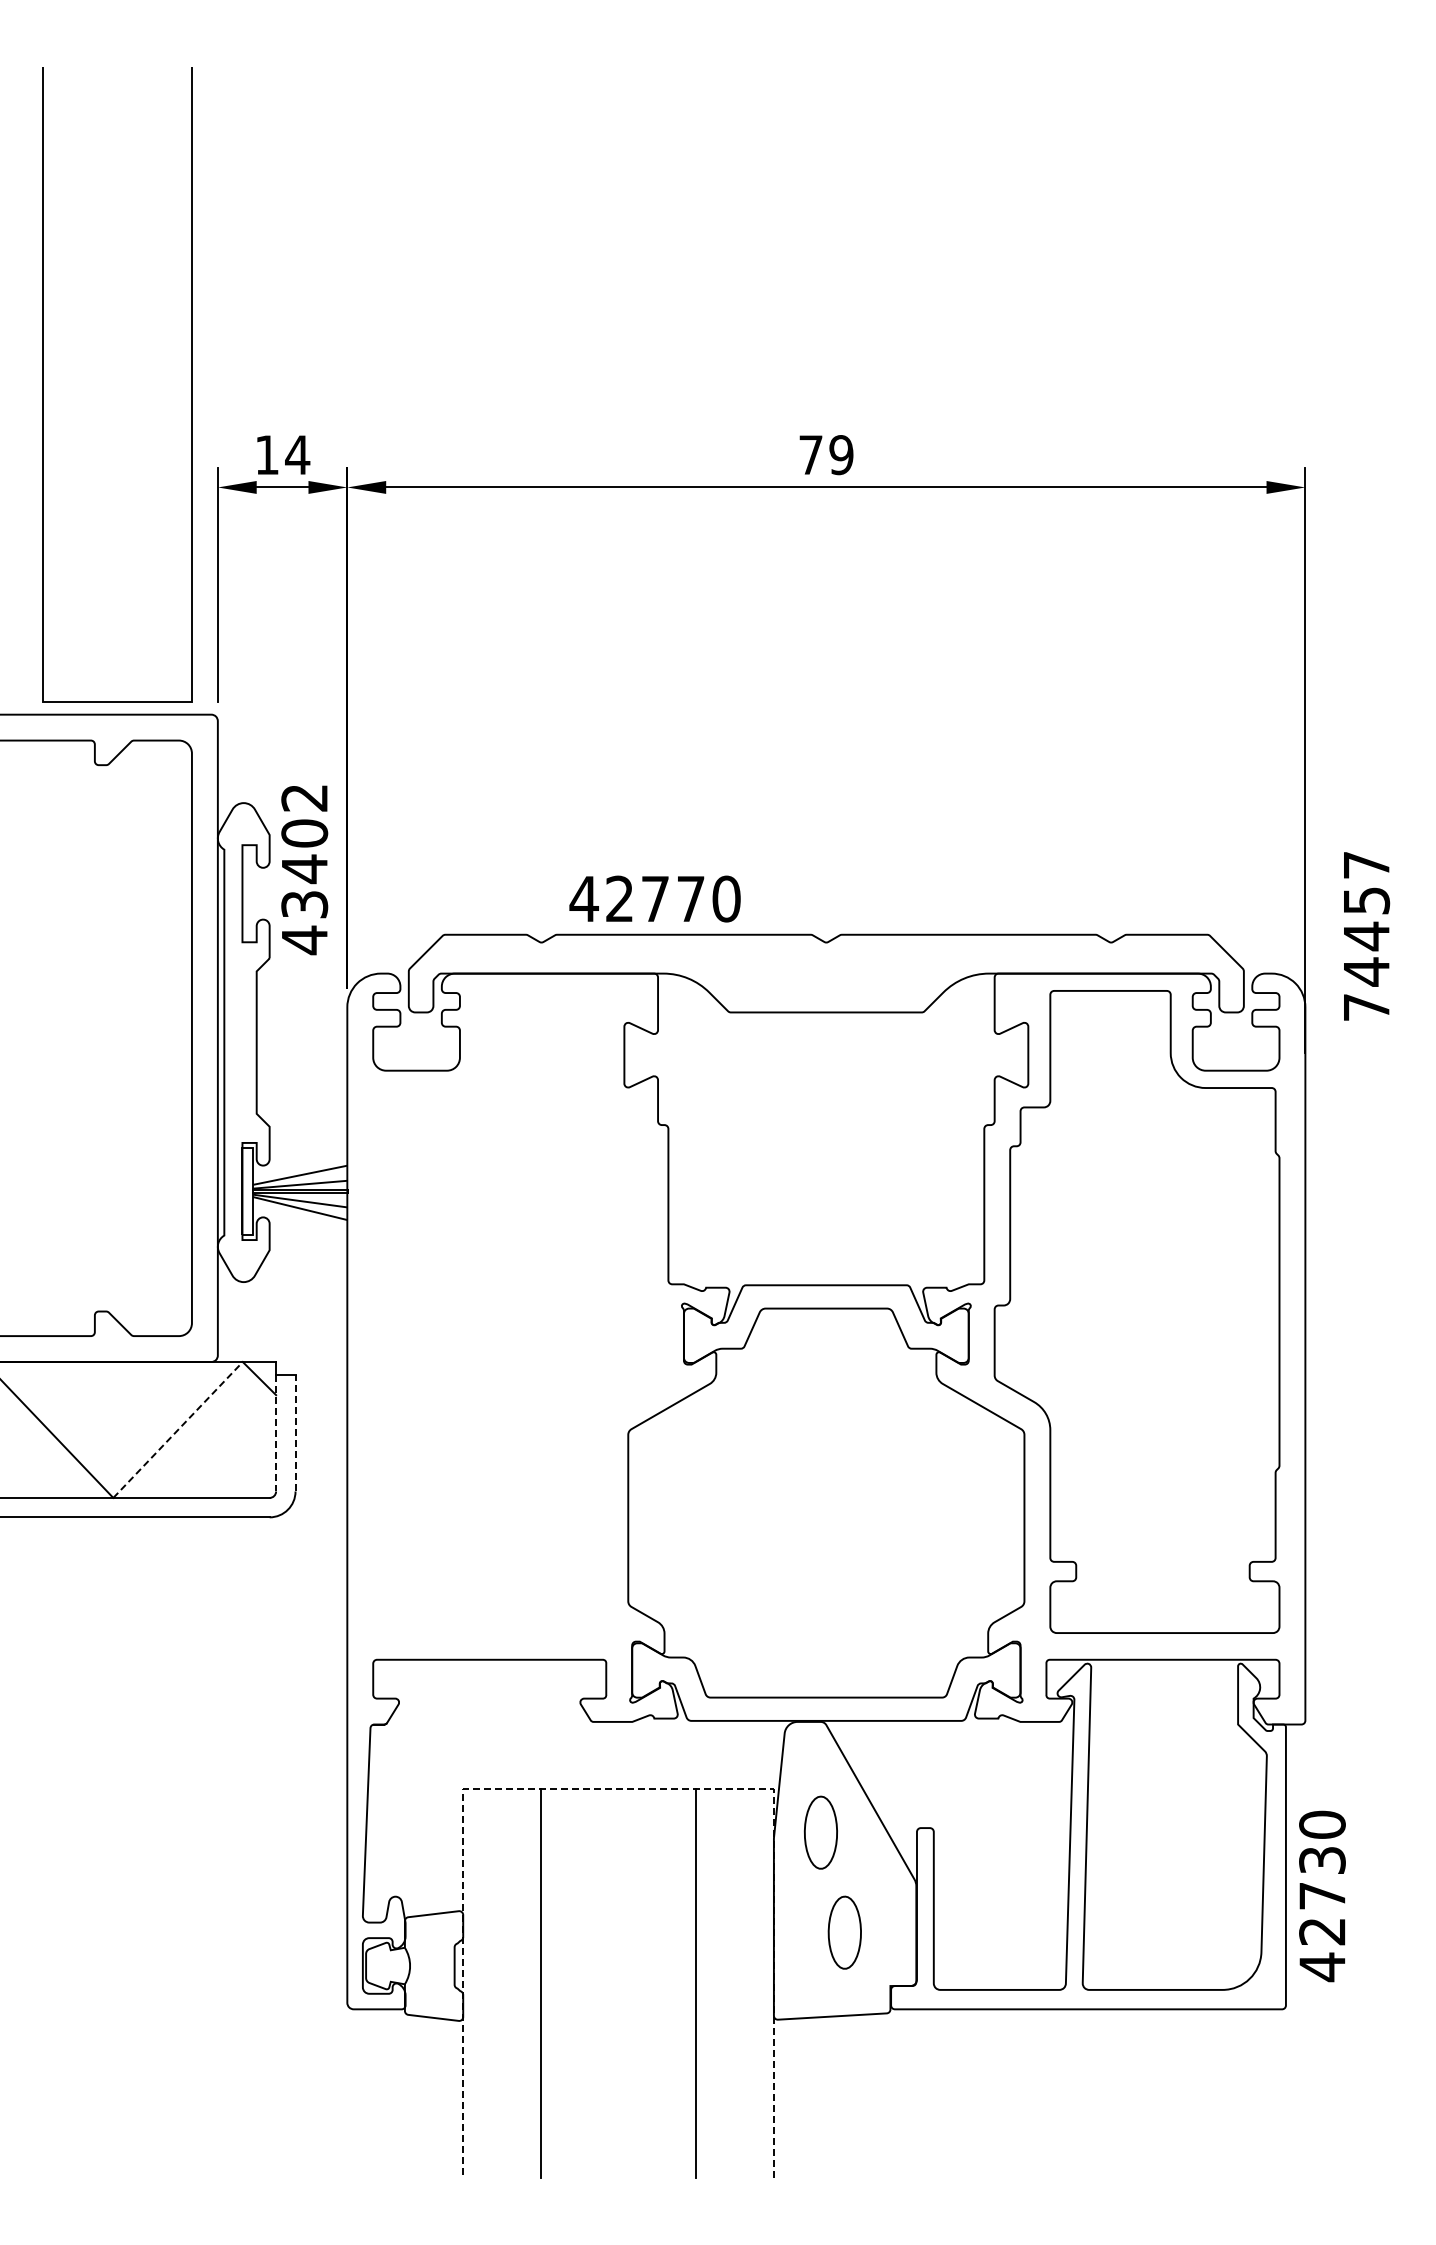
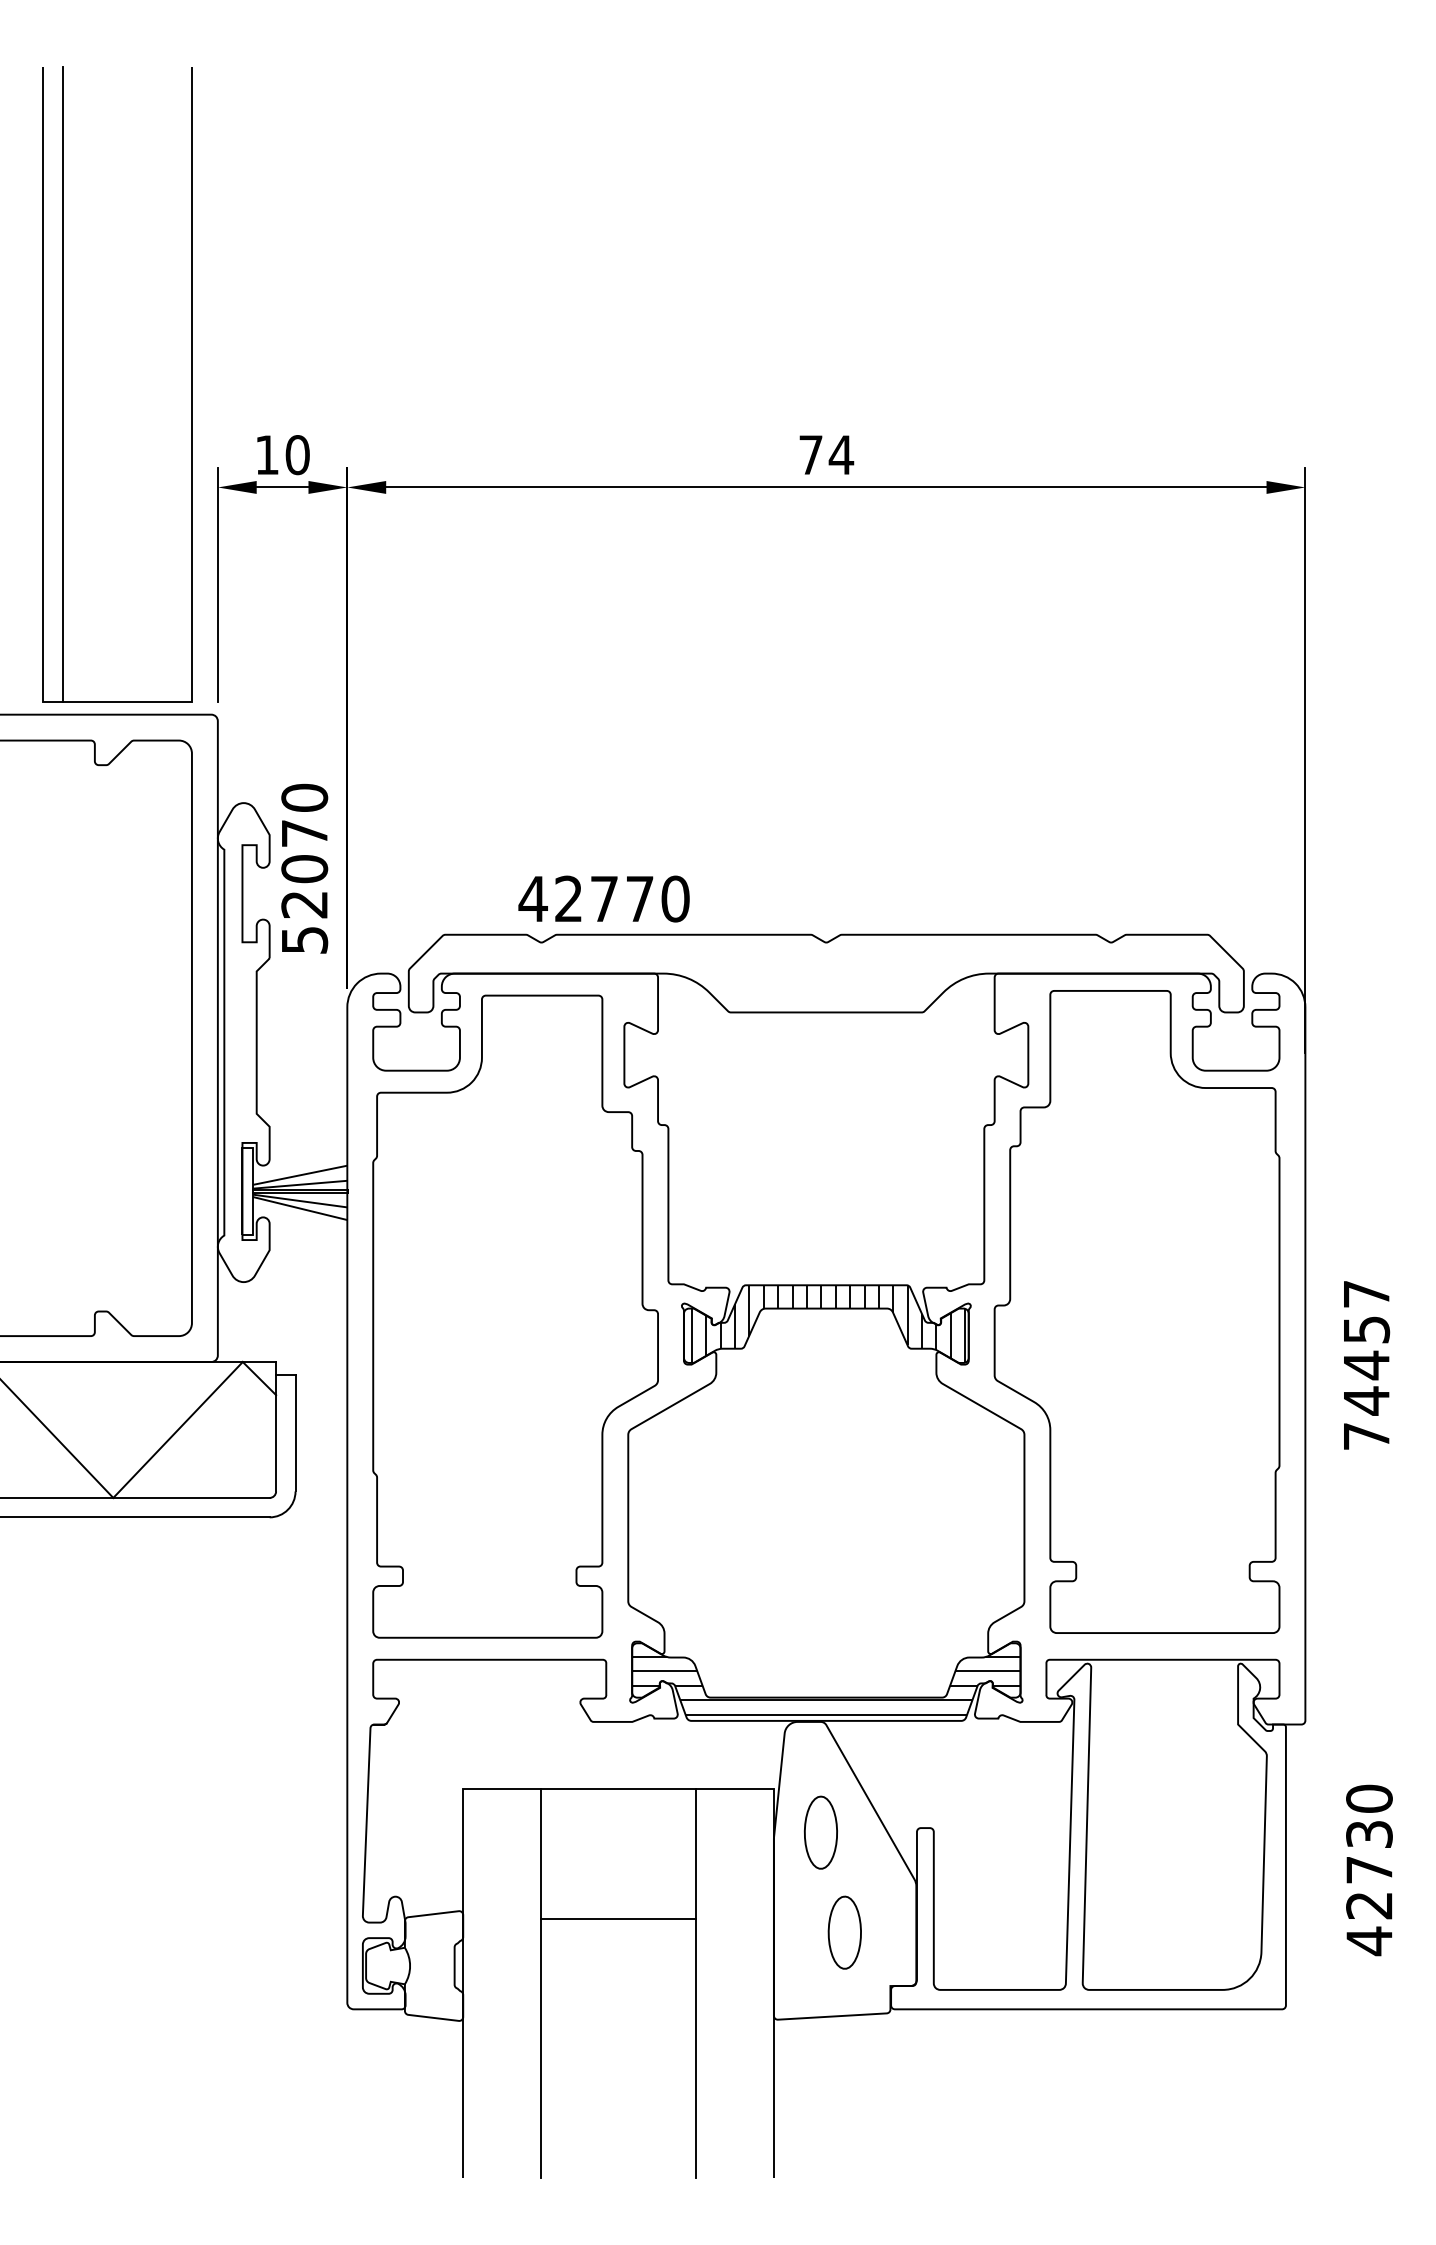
line at (62, 384): none -> present
text at (297, 455): 14 -> 10
text at (841, 455): 79 -> 74
text at (304, 869): 43402 -> 52070
text at (654, 898) position: (654, 898) -> (603, 898)
text at (1367, 936) position: (1367, 936) -> (1367, 1365)
part at (515, 1316): none -> present
hatch at (828, 1323): none -> present
line at (178, 1429): dashed -> solid
line at (295, 1432): dashed -> solid
line at (276, 1433): dashed -> solid
hatch at (826, 1685): none -> present
line at (618, 1789): dashed -> solid
text at (1322, 1896) position: (1322, 1896) -> (1369, 1870)
line at (618, 1918): none -> present
